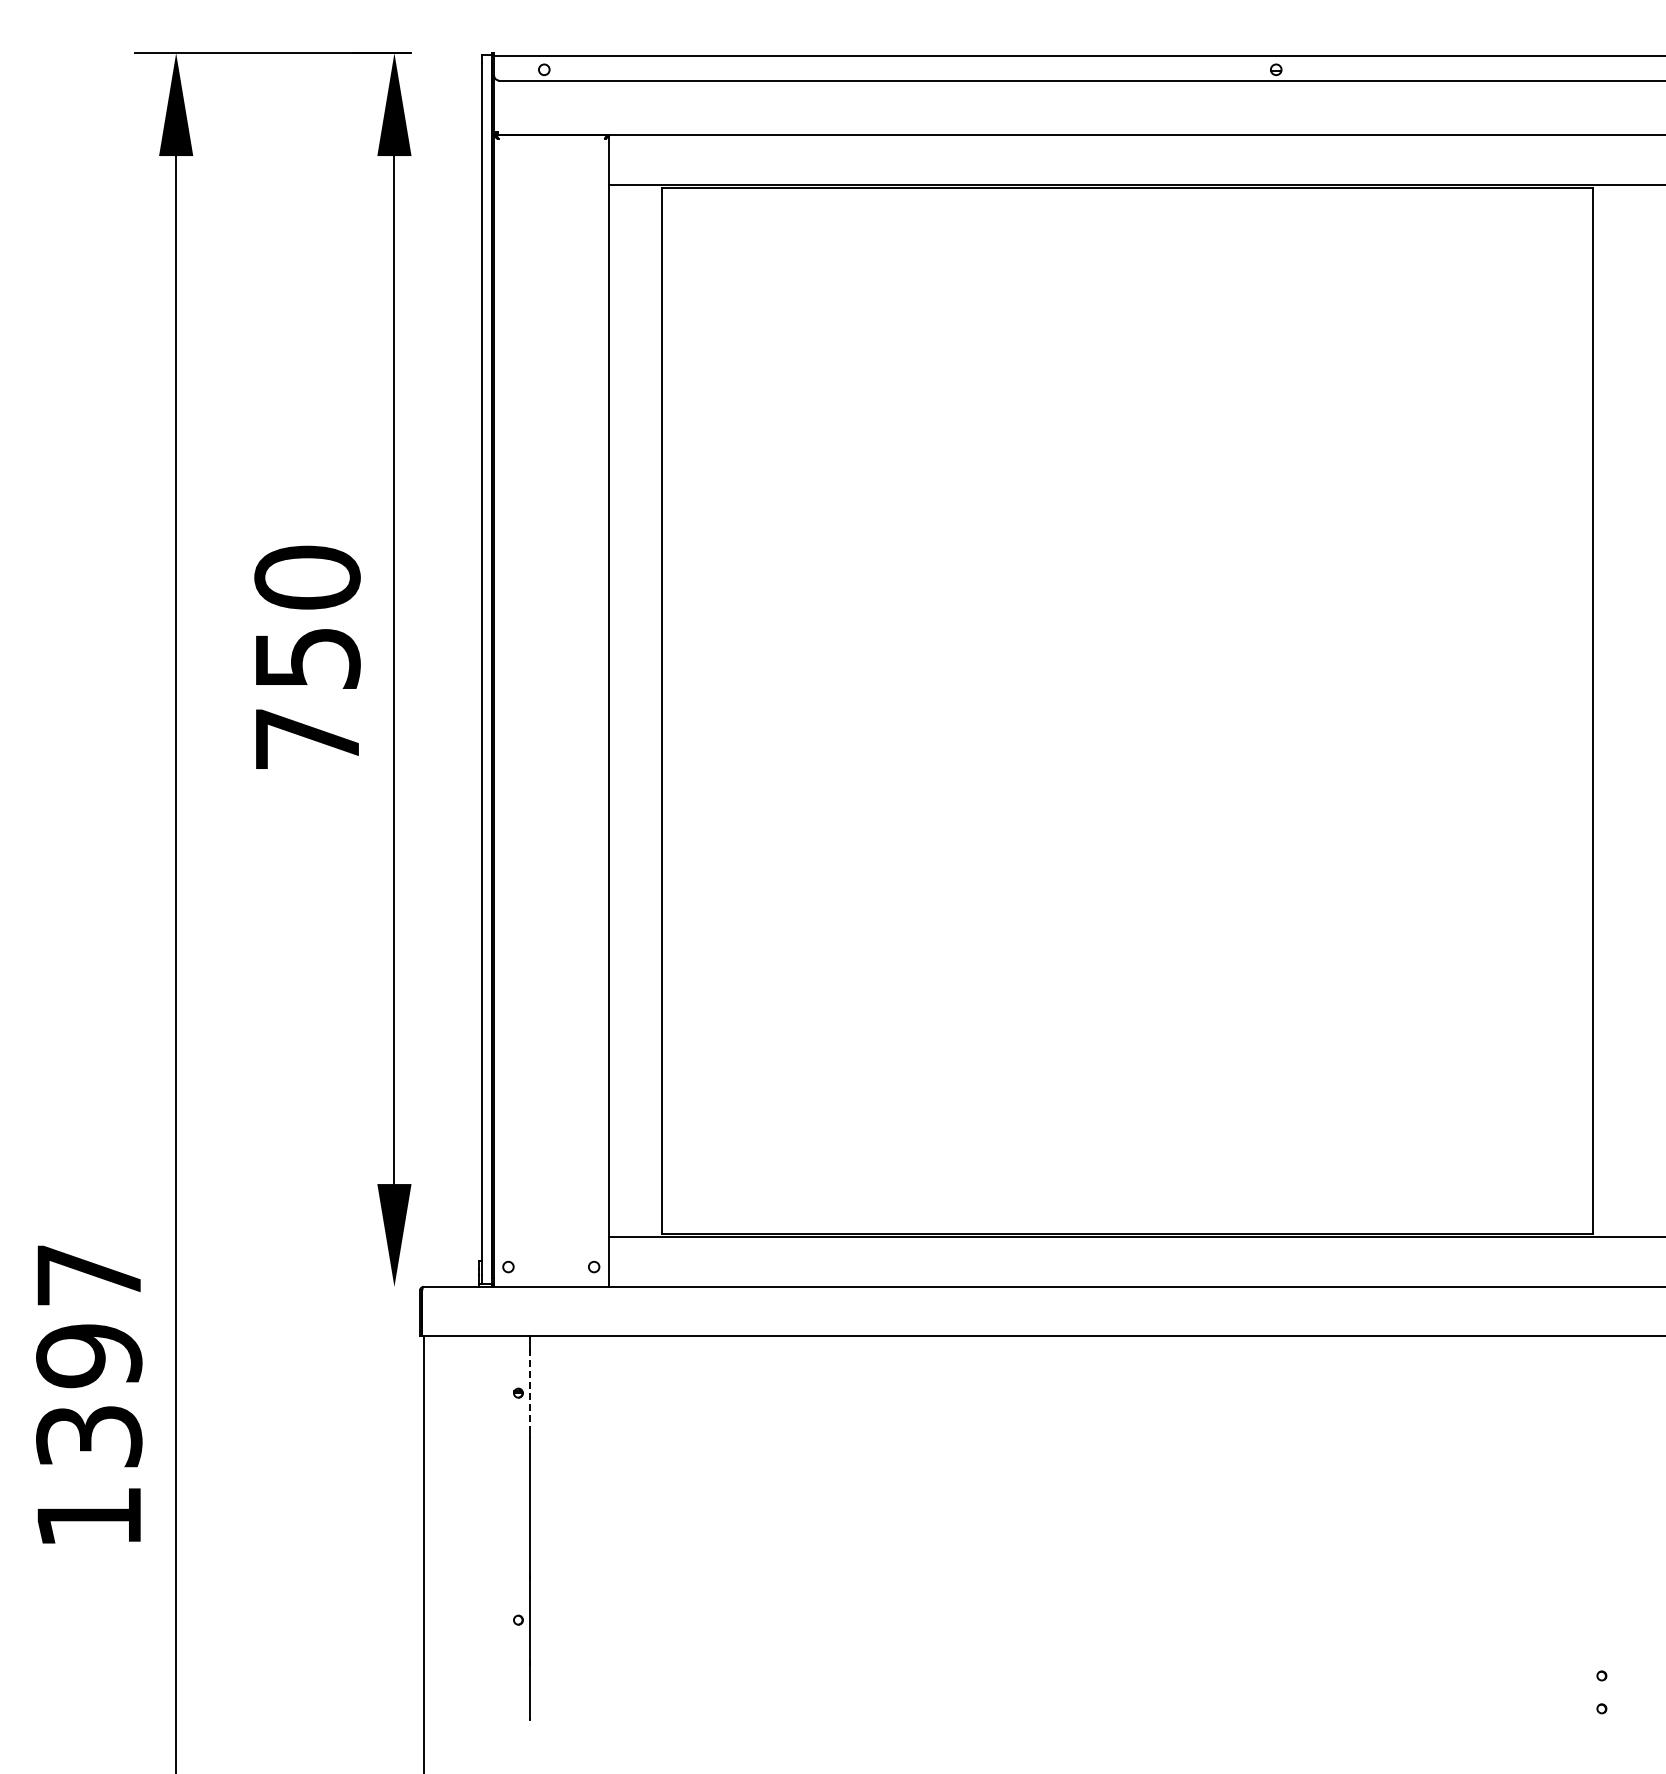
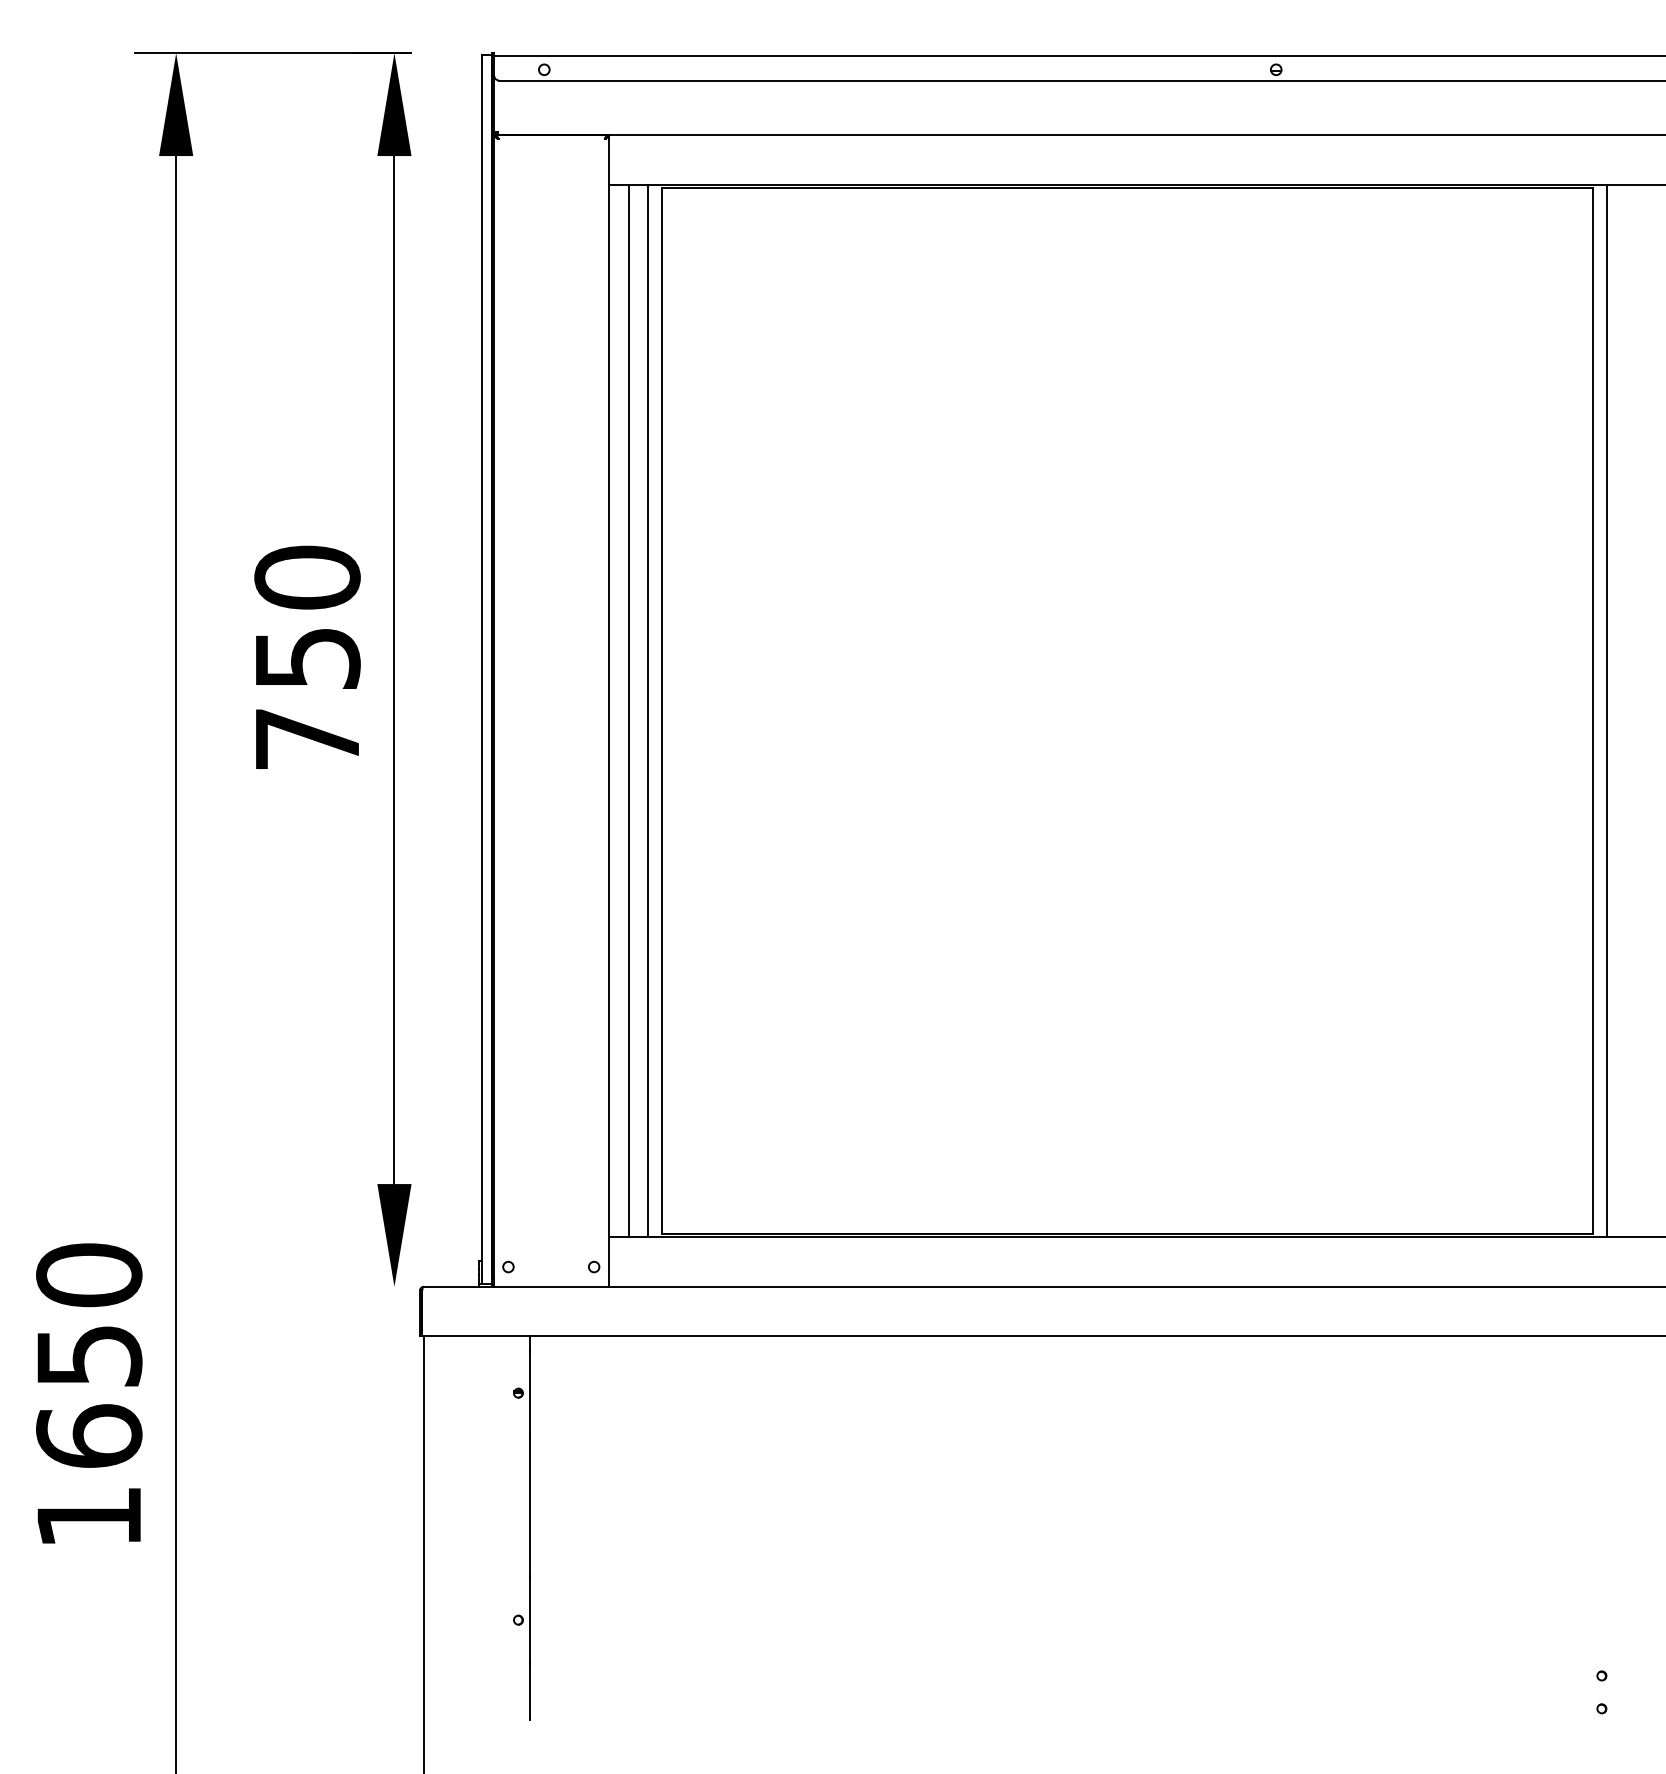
line at (628, 710): none -> present
line at (647, 710): none -> present
line at (1606, 710): none -> present
text at (89, 1355): 1397 -> 1650
line at (530, 1393): dashed -> solid
